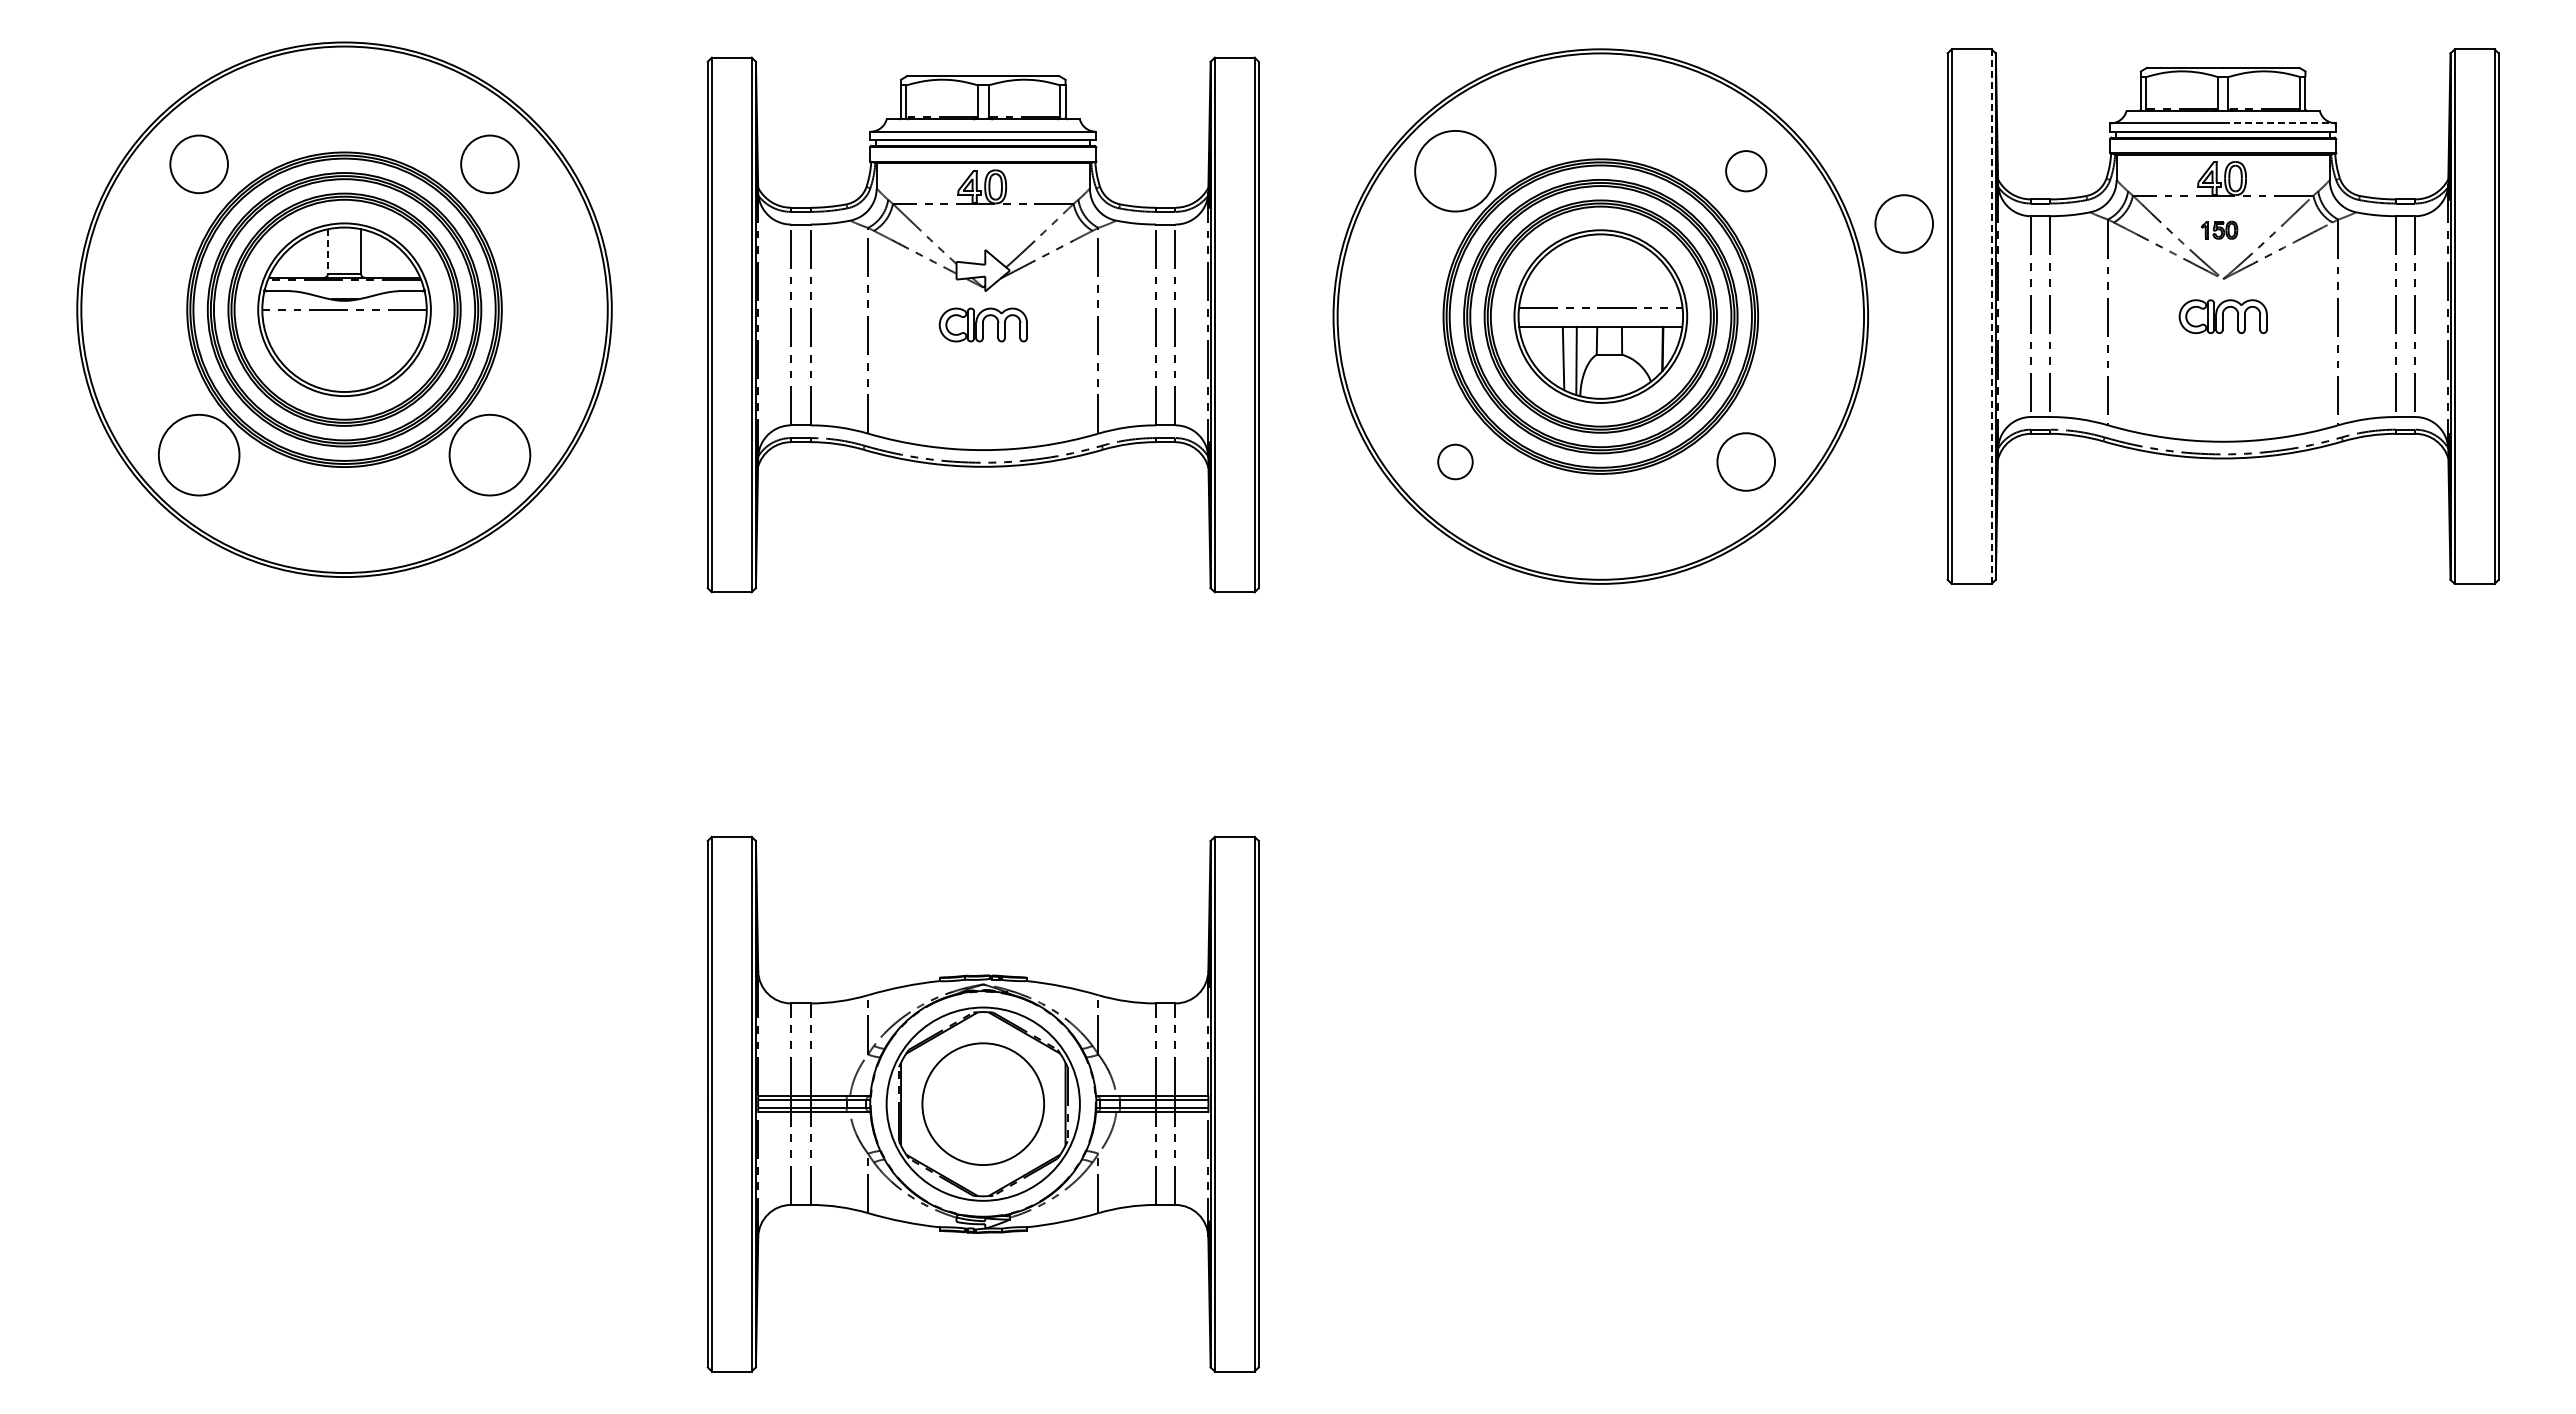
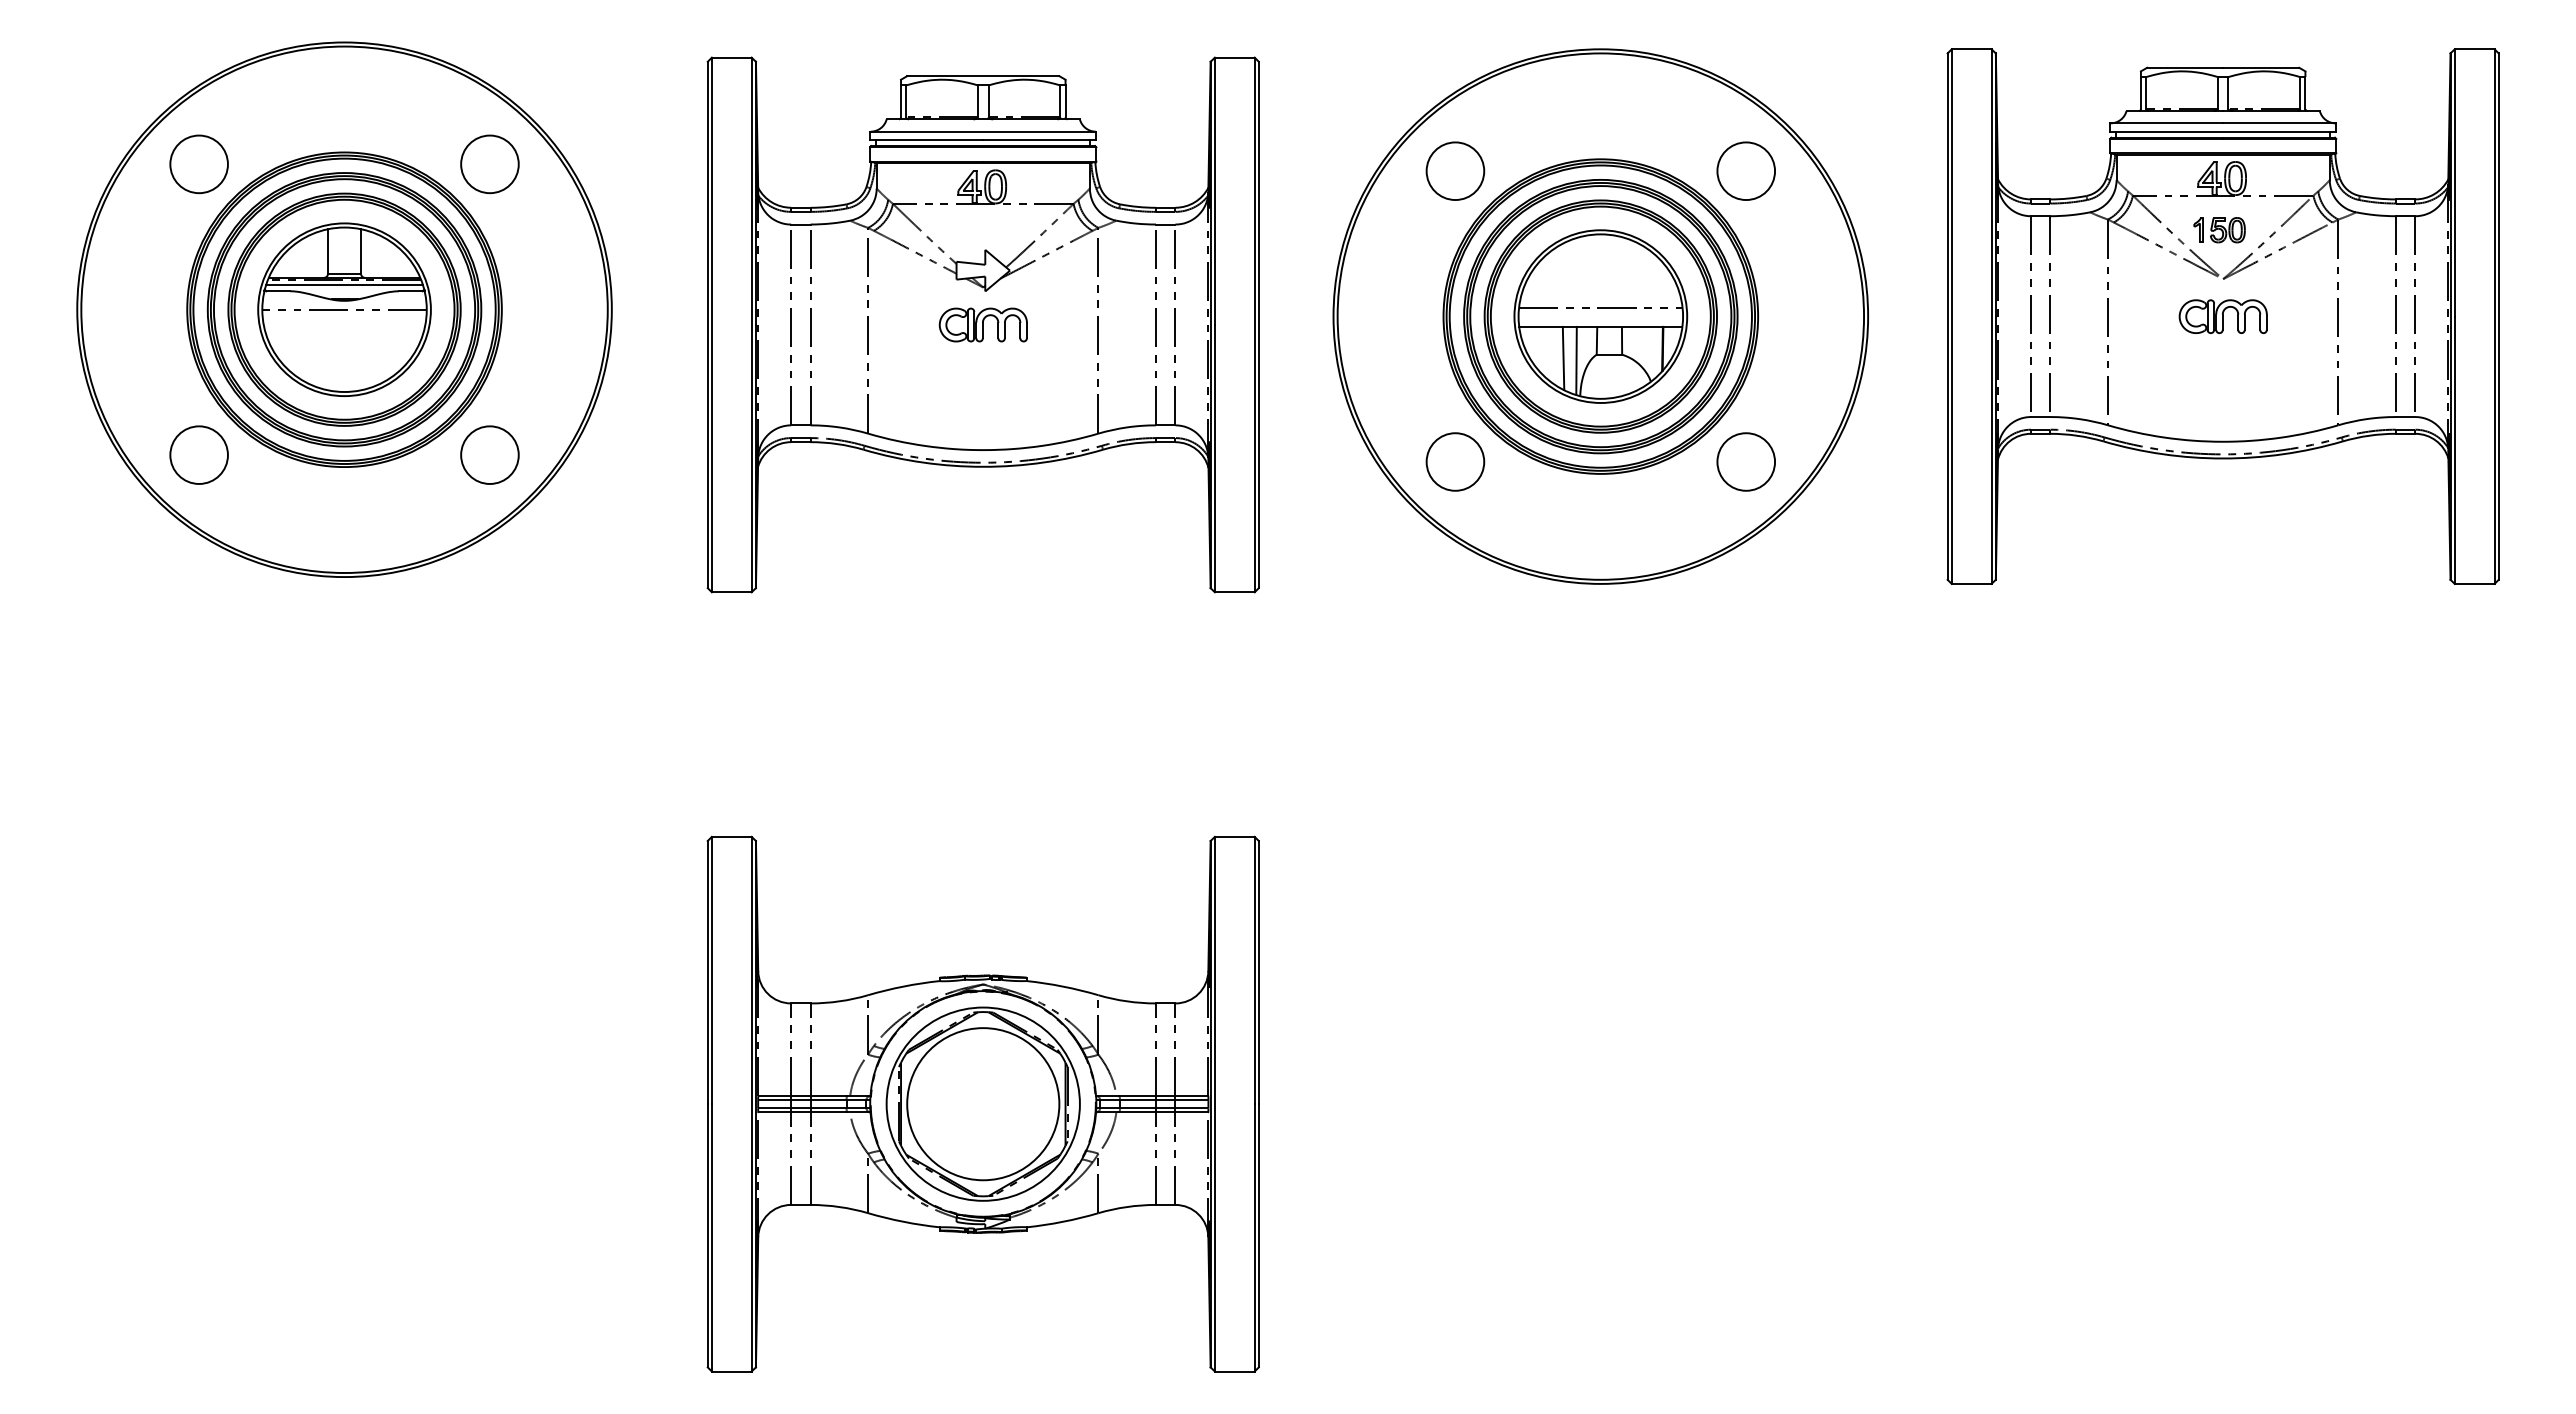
line at (2279, 123): dashed -> solid
circle at (1455, 170) diameter: 81 px -> 58 px
circle at (1746, 171) diameter: 40 px -> 58 px
circle at (1903, 223): present -> none
part at (2219, 229) size: 38x20 px -> 53x27 px
line at (328, 251): dashed -> solid
line at (344, 285): none -> present
line at (1991, 316): dashed -> solid
circle at (198, 454) diameter: 81 px -> 58 px
circle at (489, 454) diameter: 81 px -> 58 px
circle at (1455, 461) size: 37x38 px -> 61x60 px
circle at (983, 1104) diameter: 122 px -> 152 px
